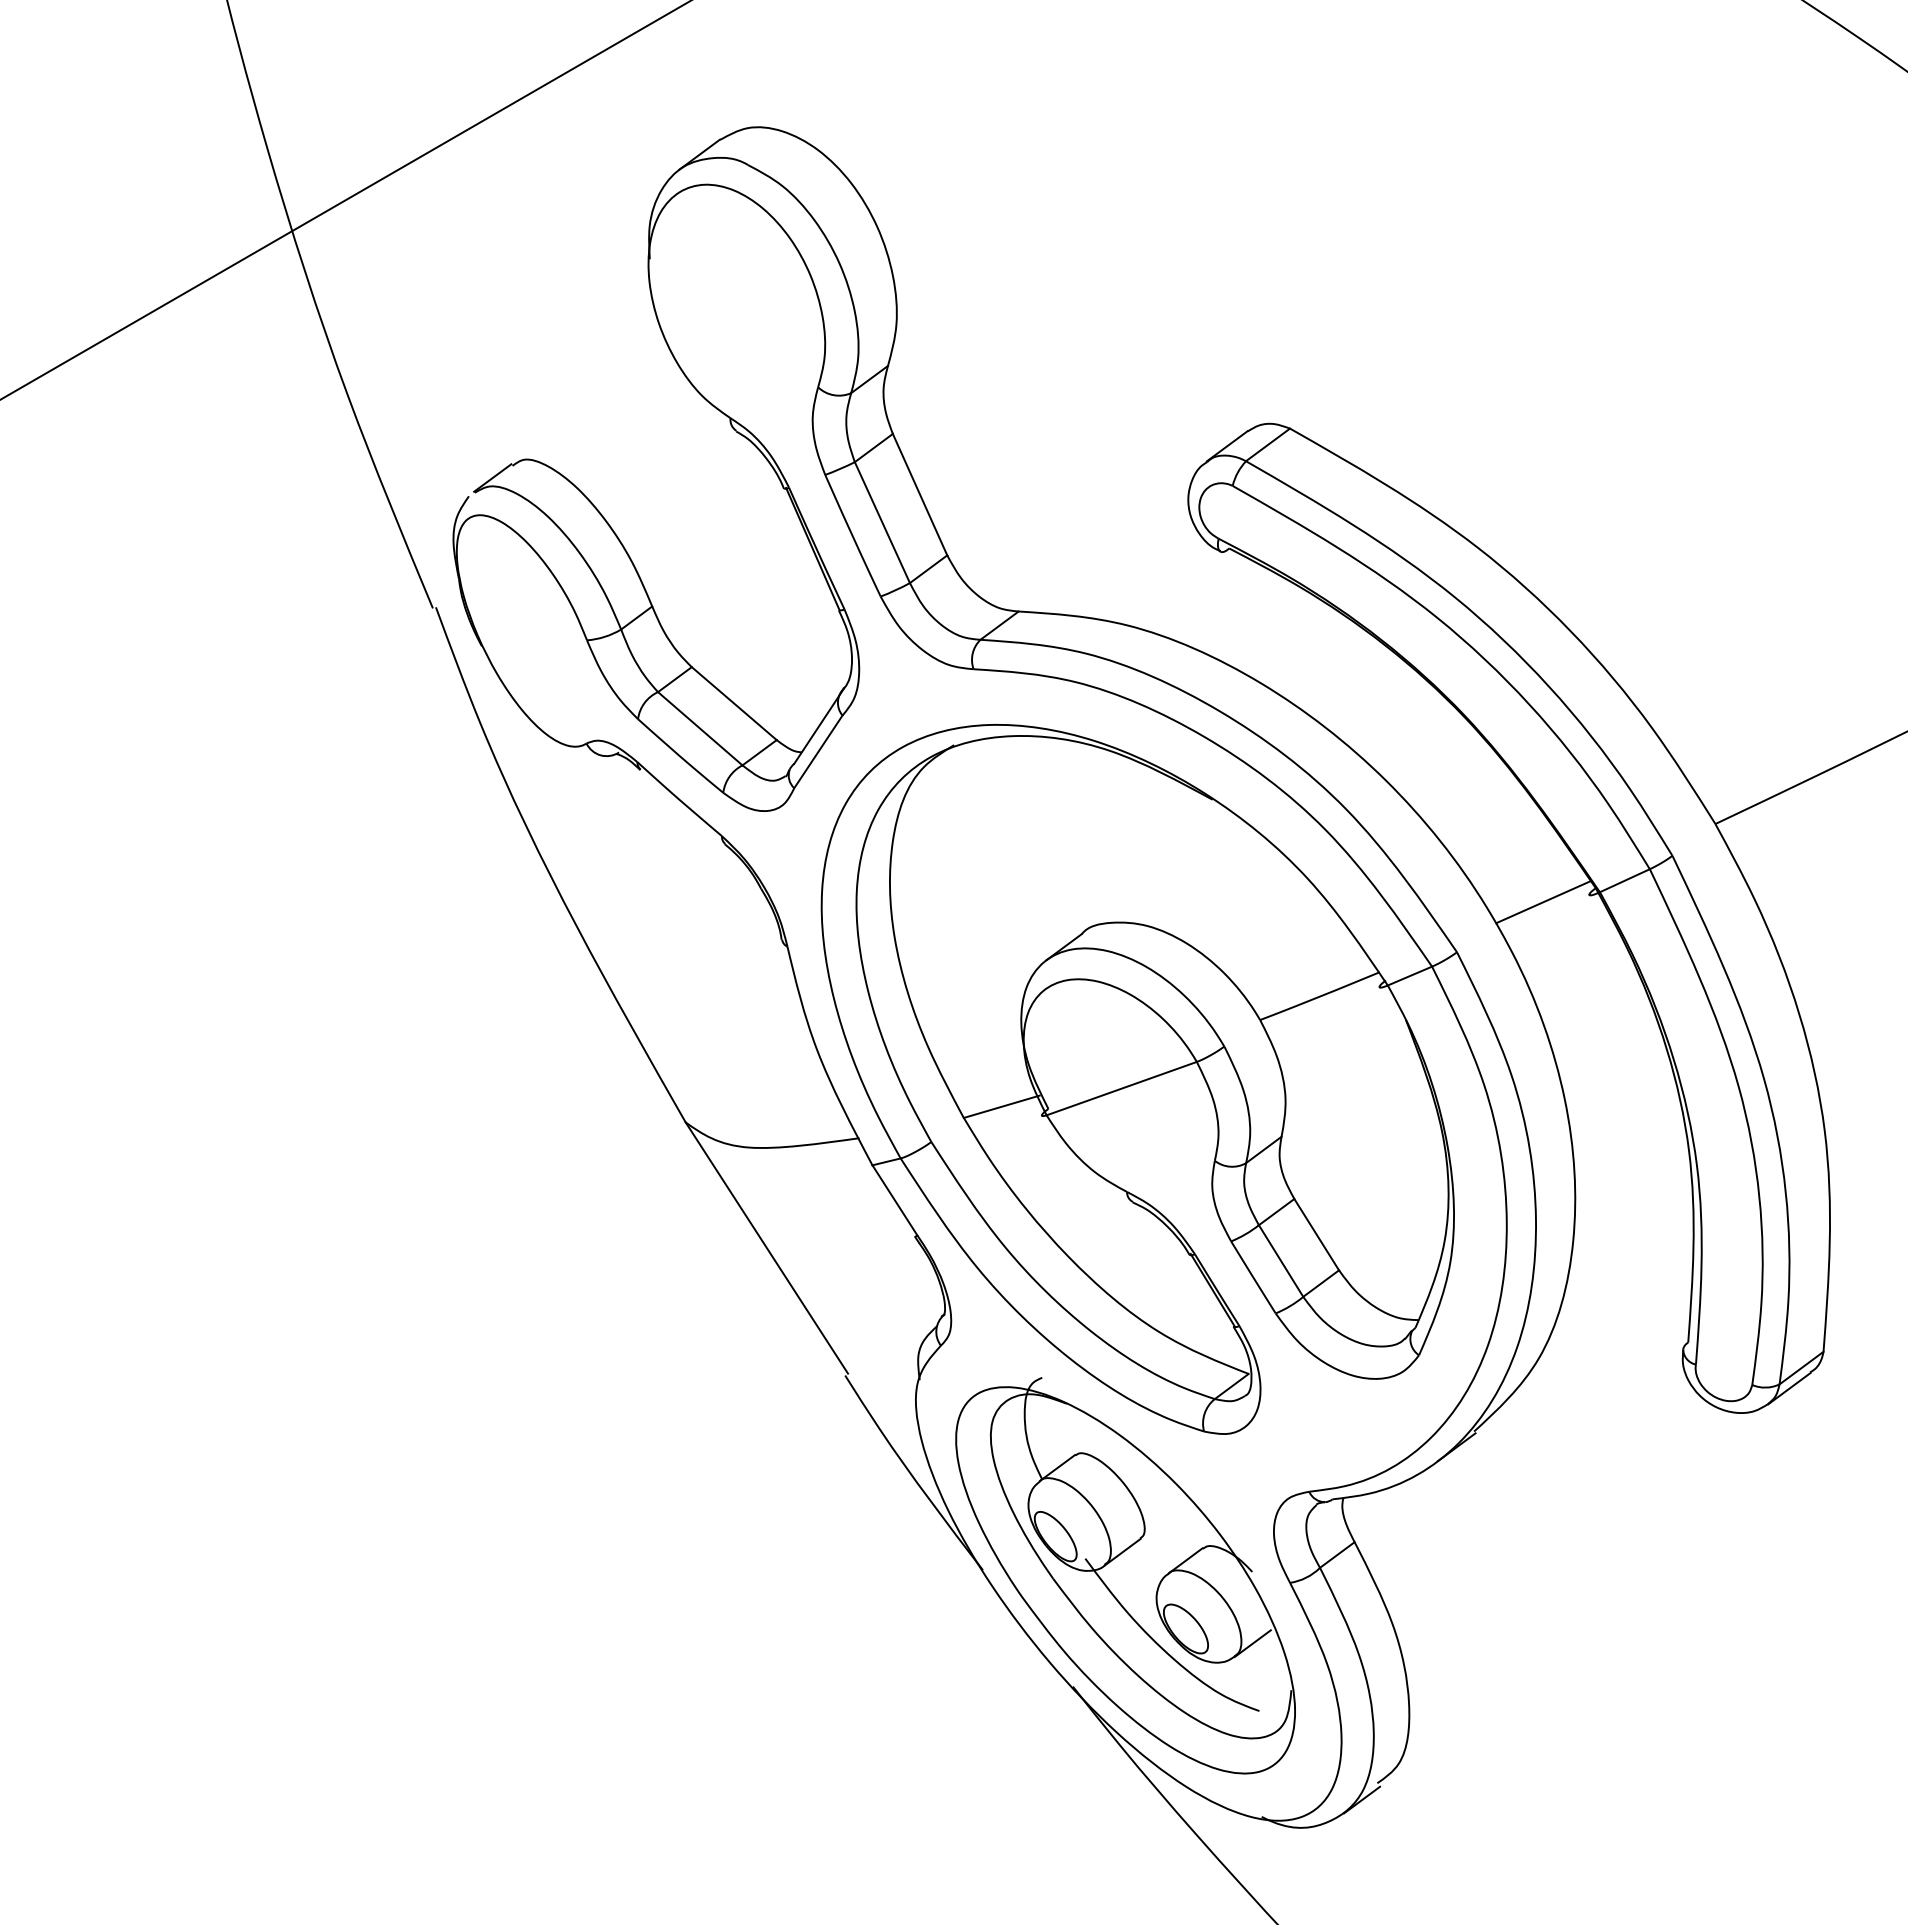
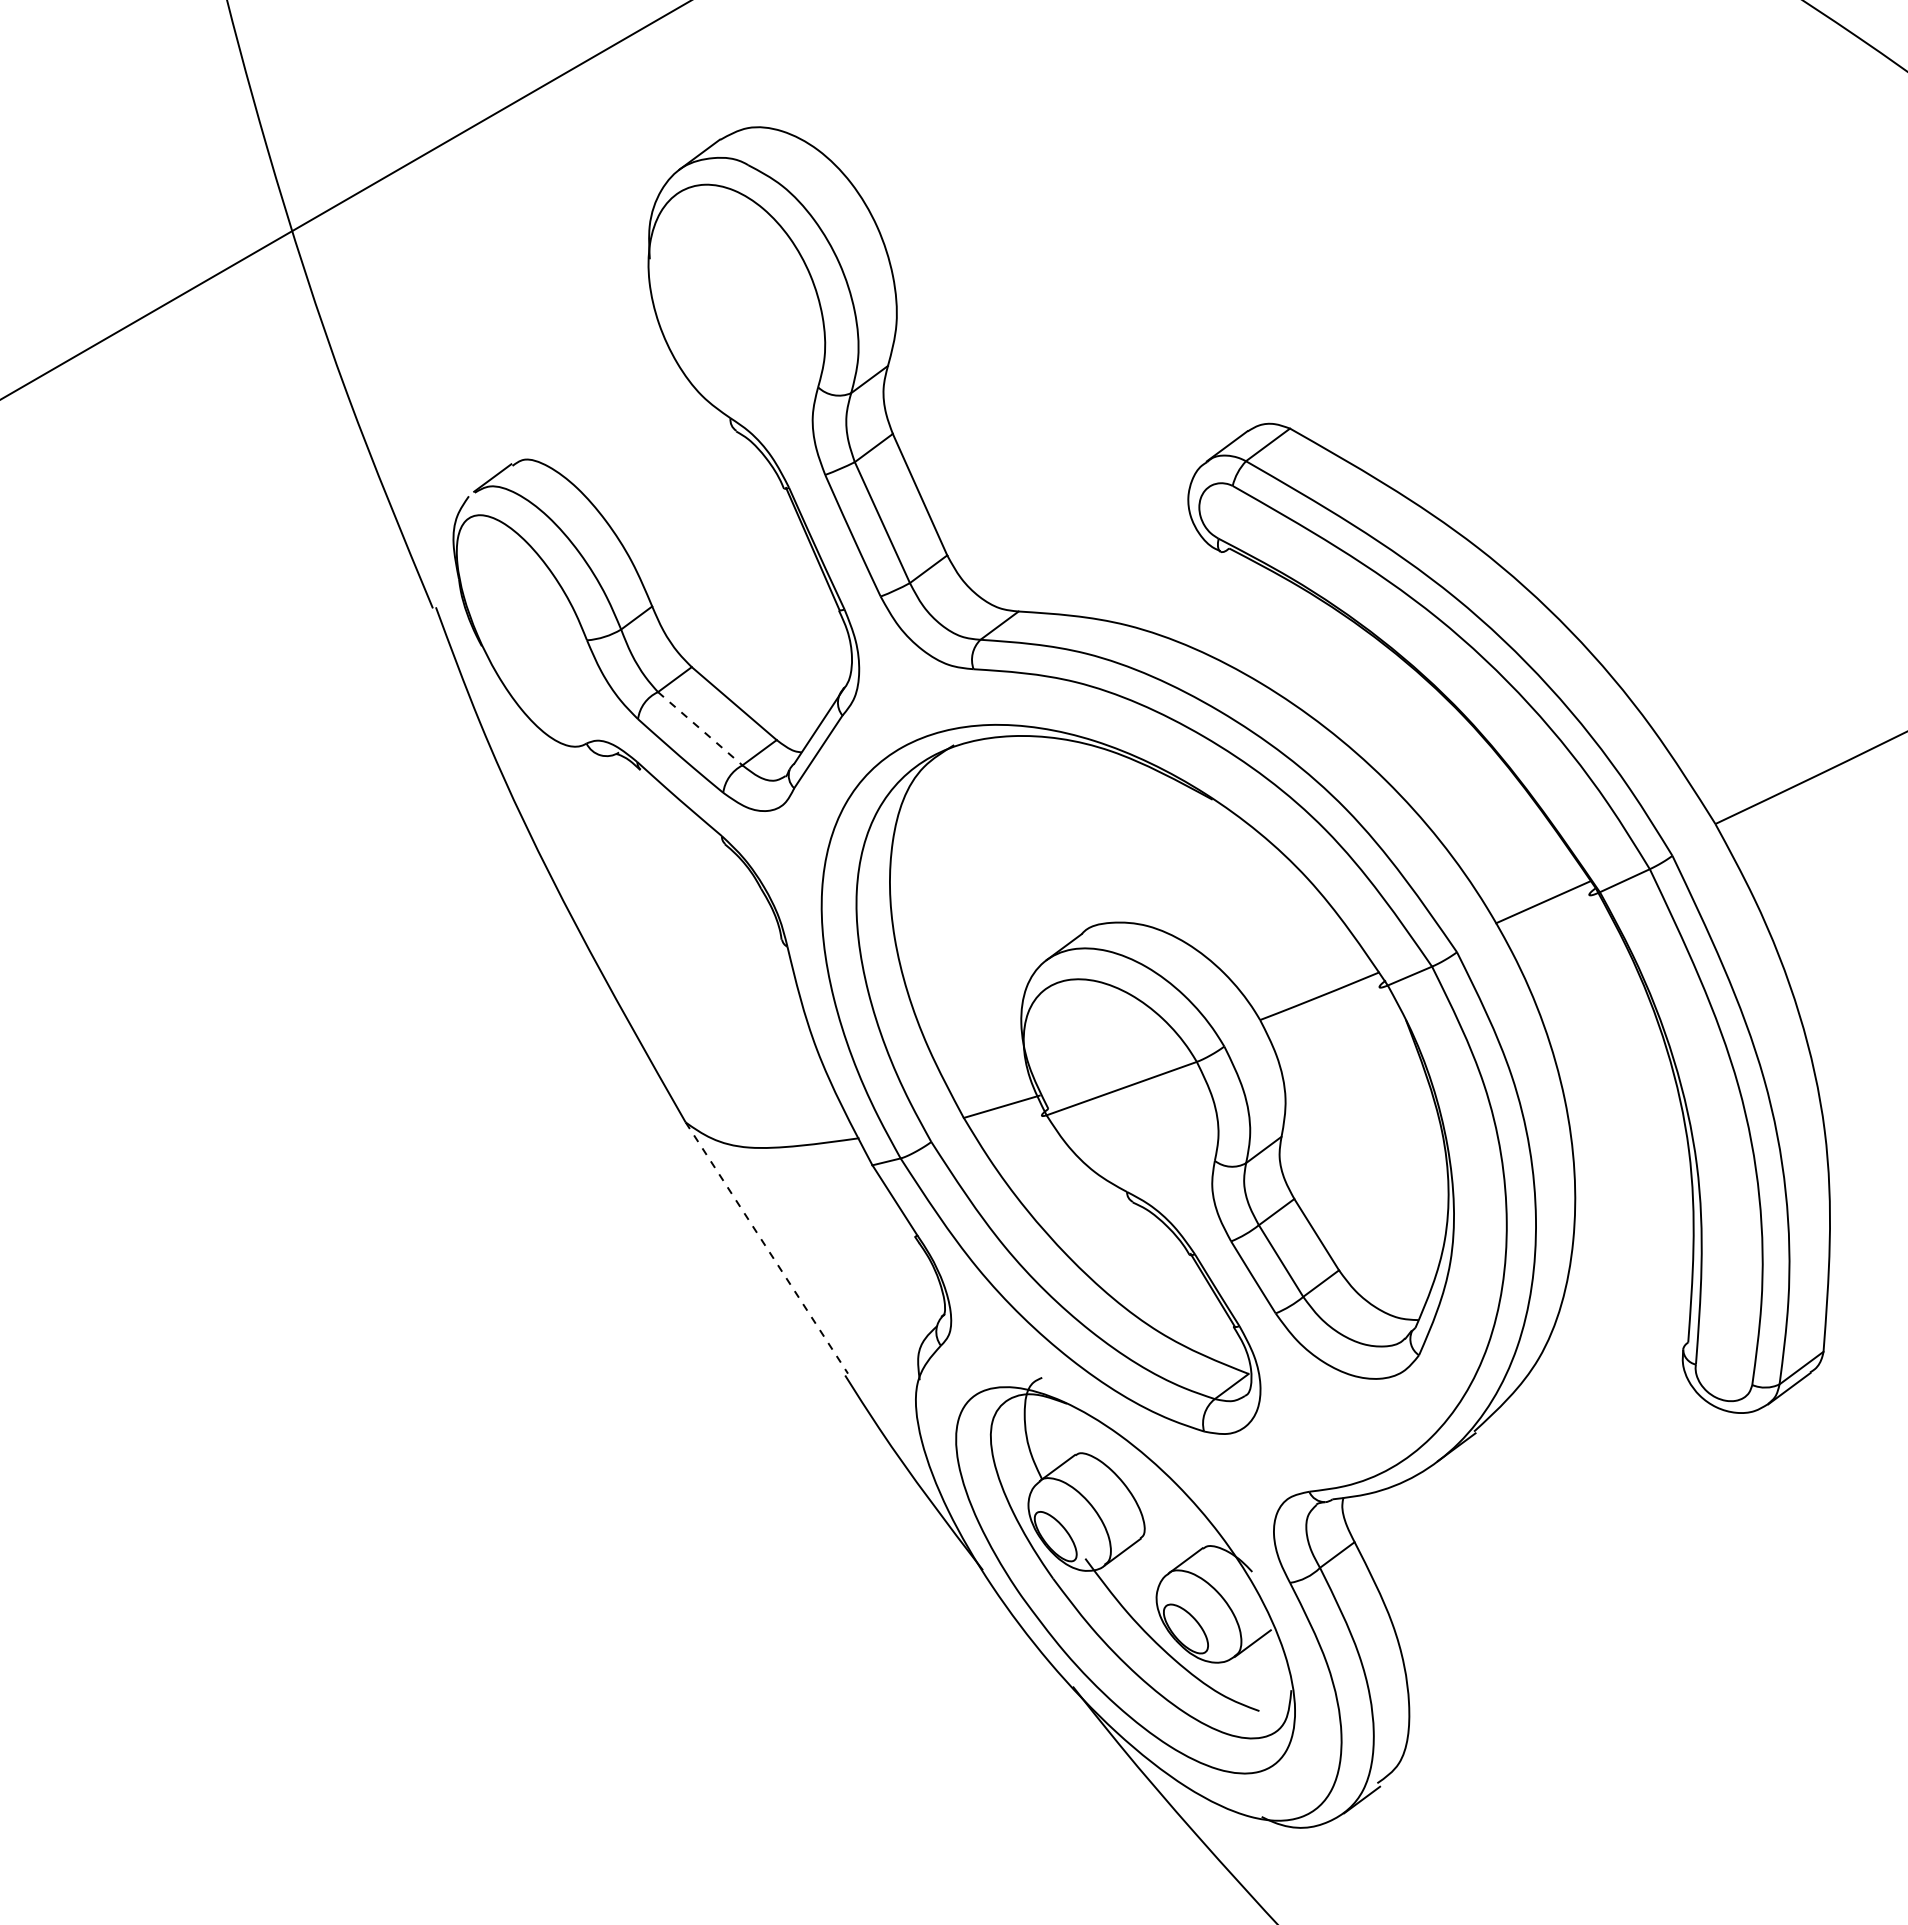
line at (700, 728): solid -> dashed
line at (766, 1248): solid -> dashed
